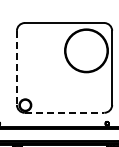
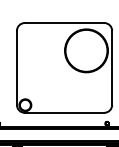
line at (16, 68): dashed -> solid
line at (64, 112): dashed -> solid
